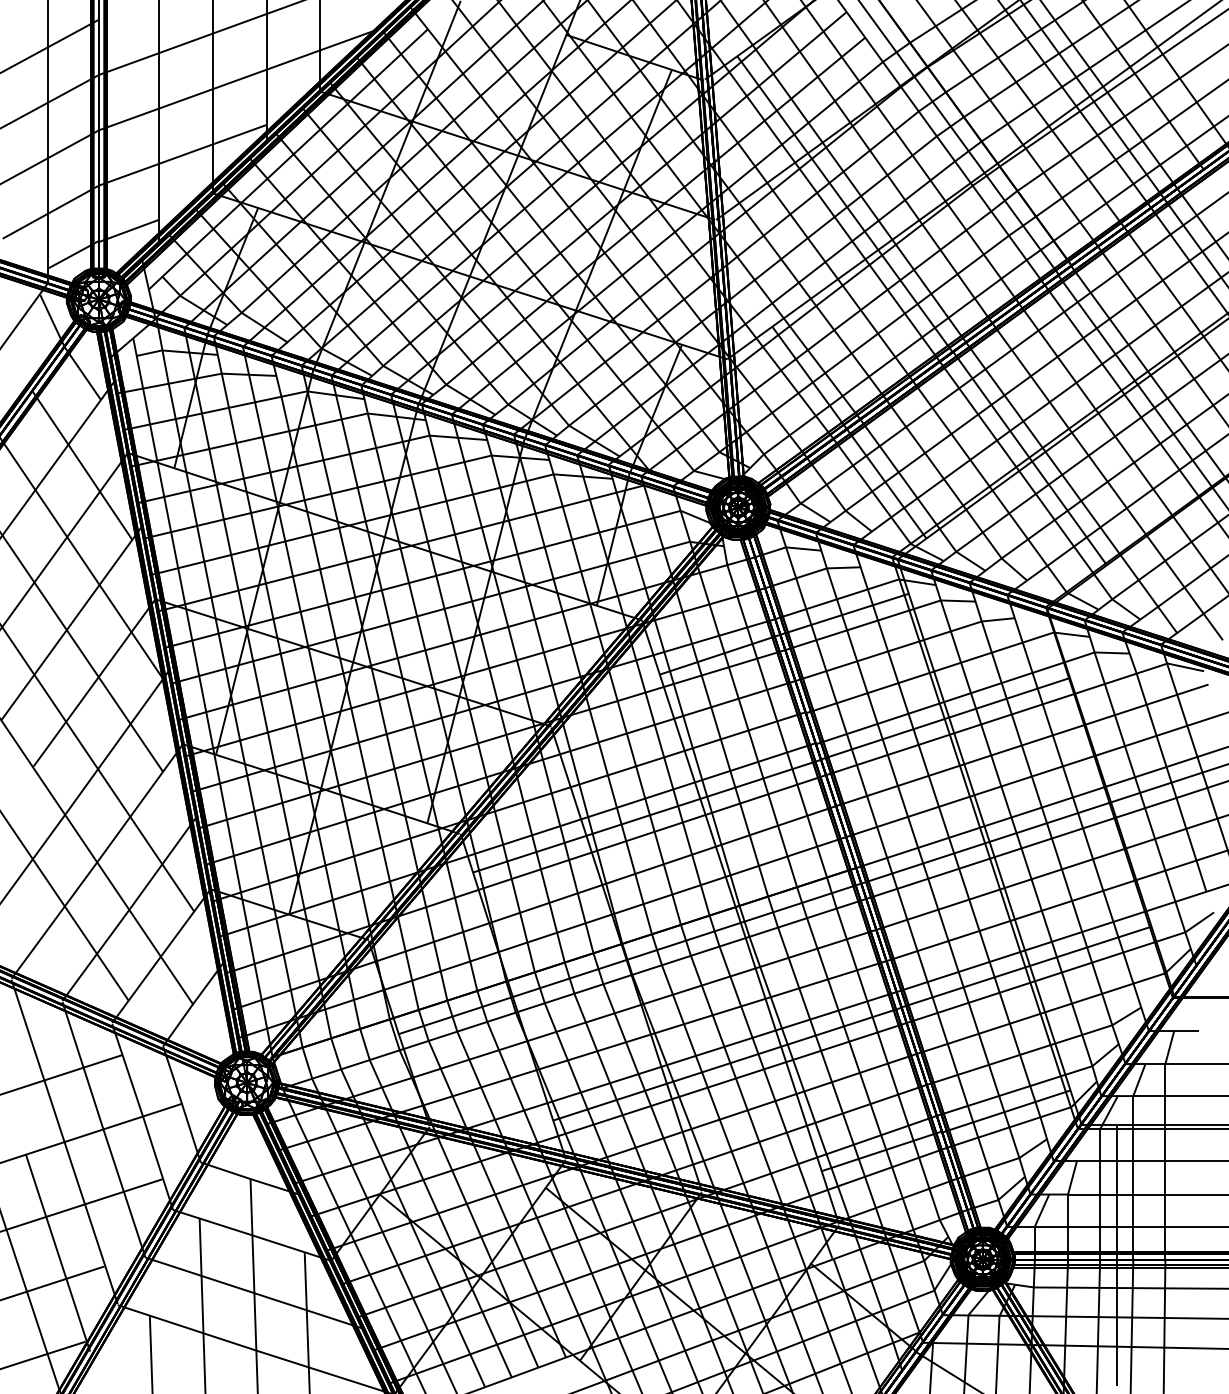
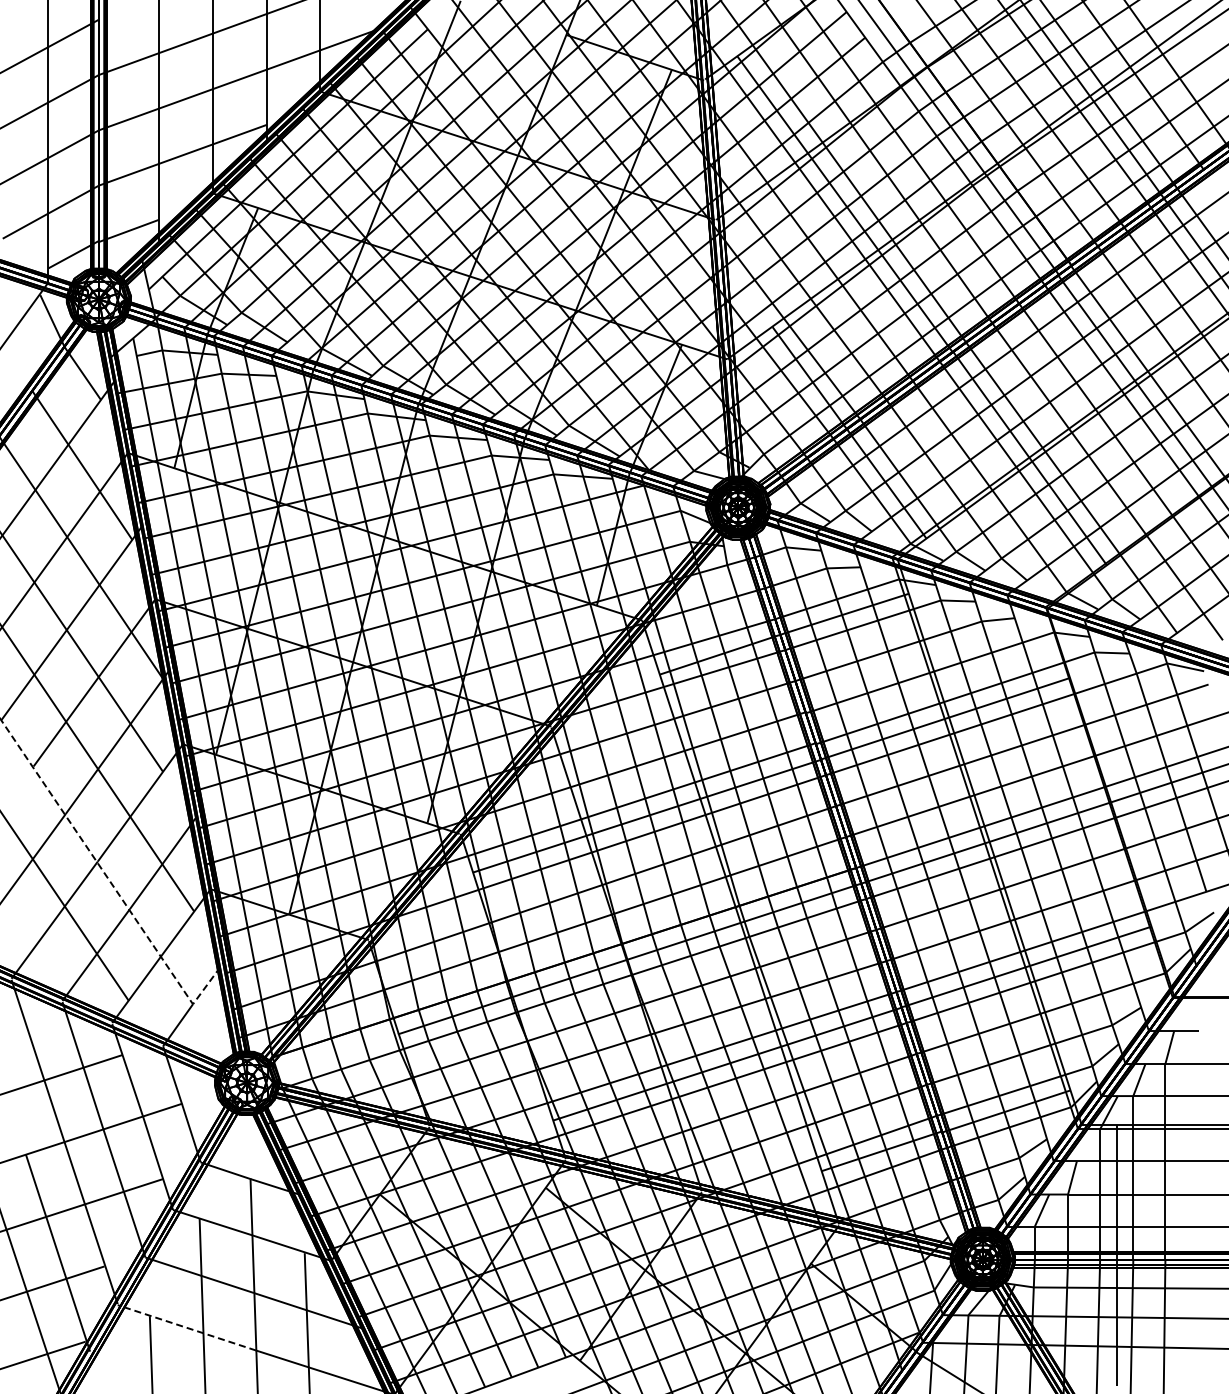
line at (111, 884): solid -> dashed
line at (186, 1327): solid -> dashed
